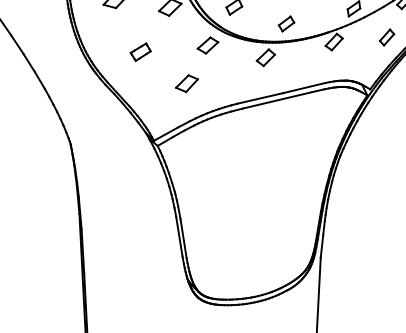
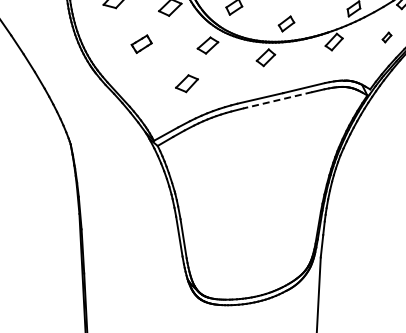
part at (386, 37) size: 18x19 px -> 12x13 px
part at (140, 51) position: (140, 51) -> (141, 43)
line at (277, 100): solid -> dashed
